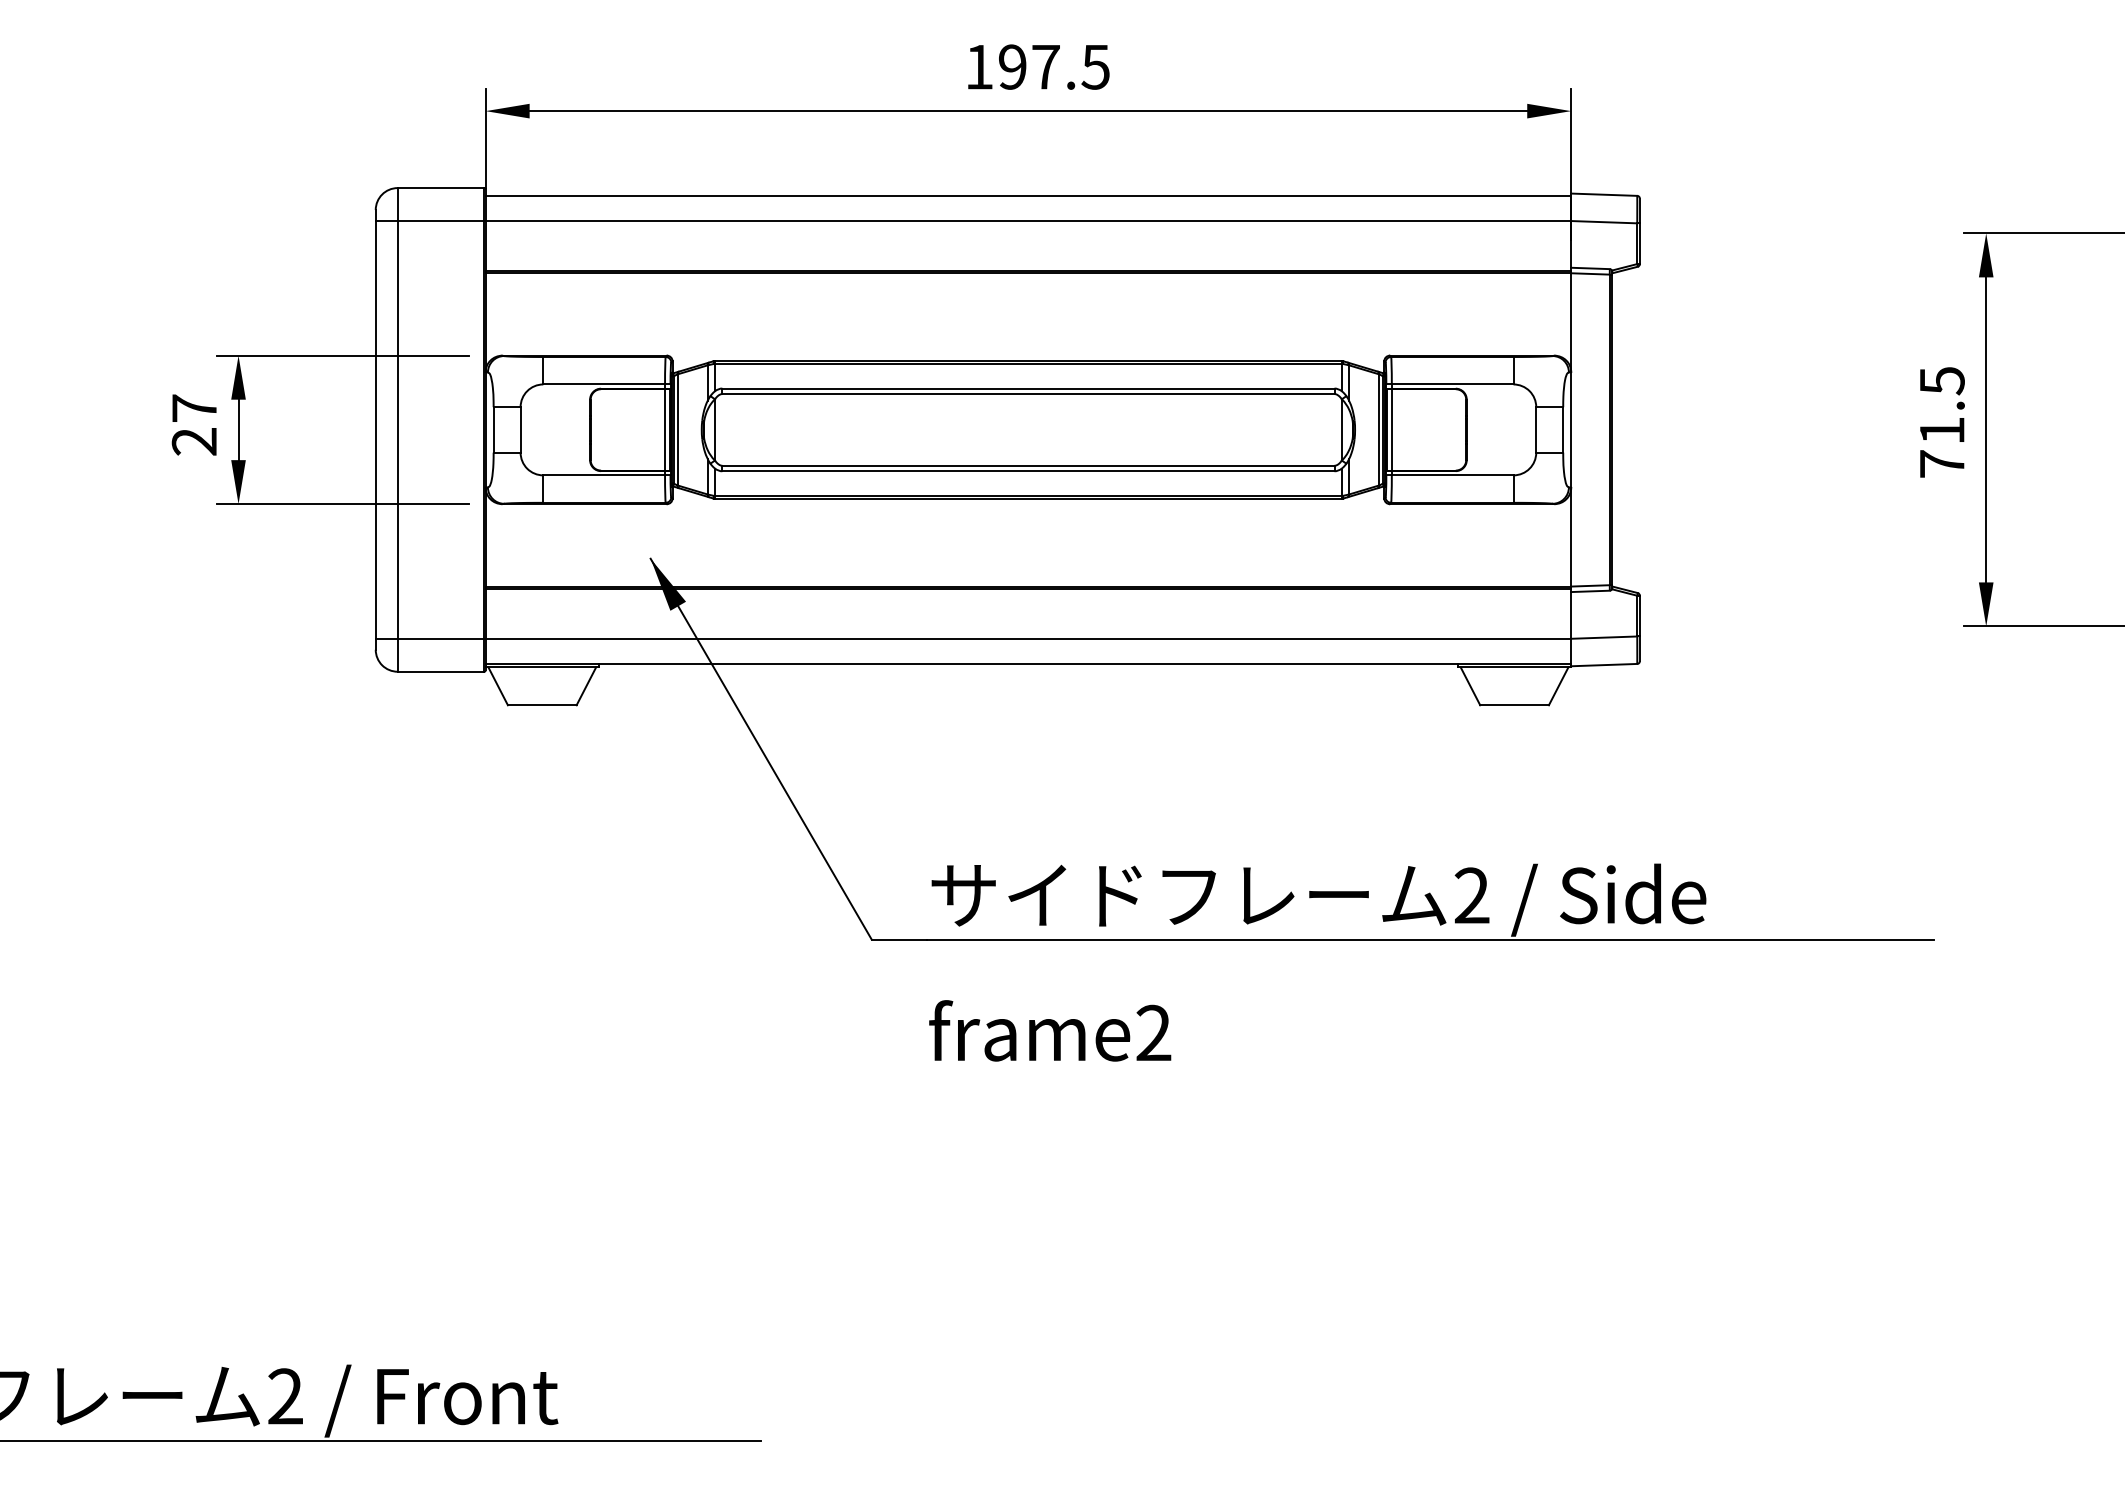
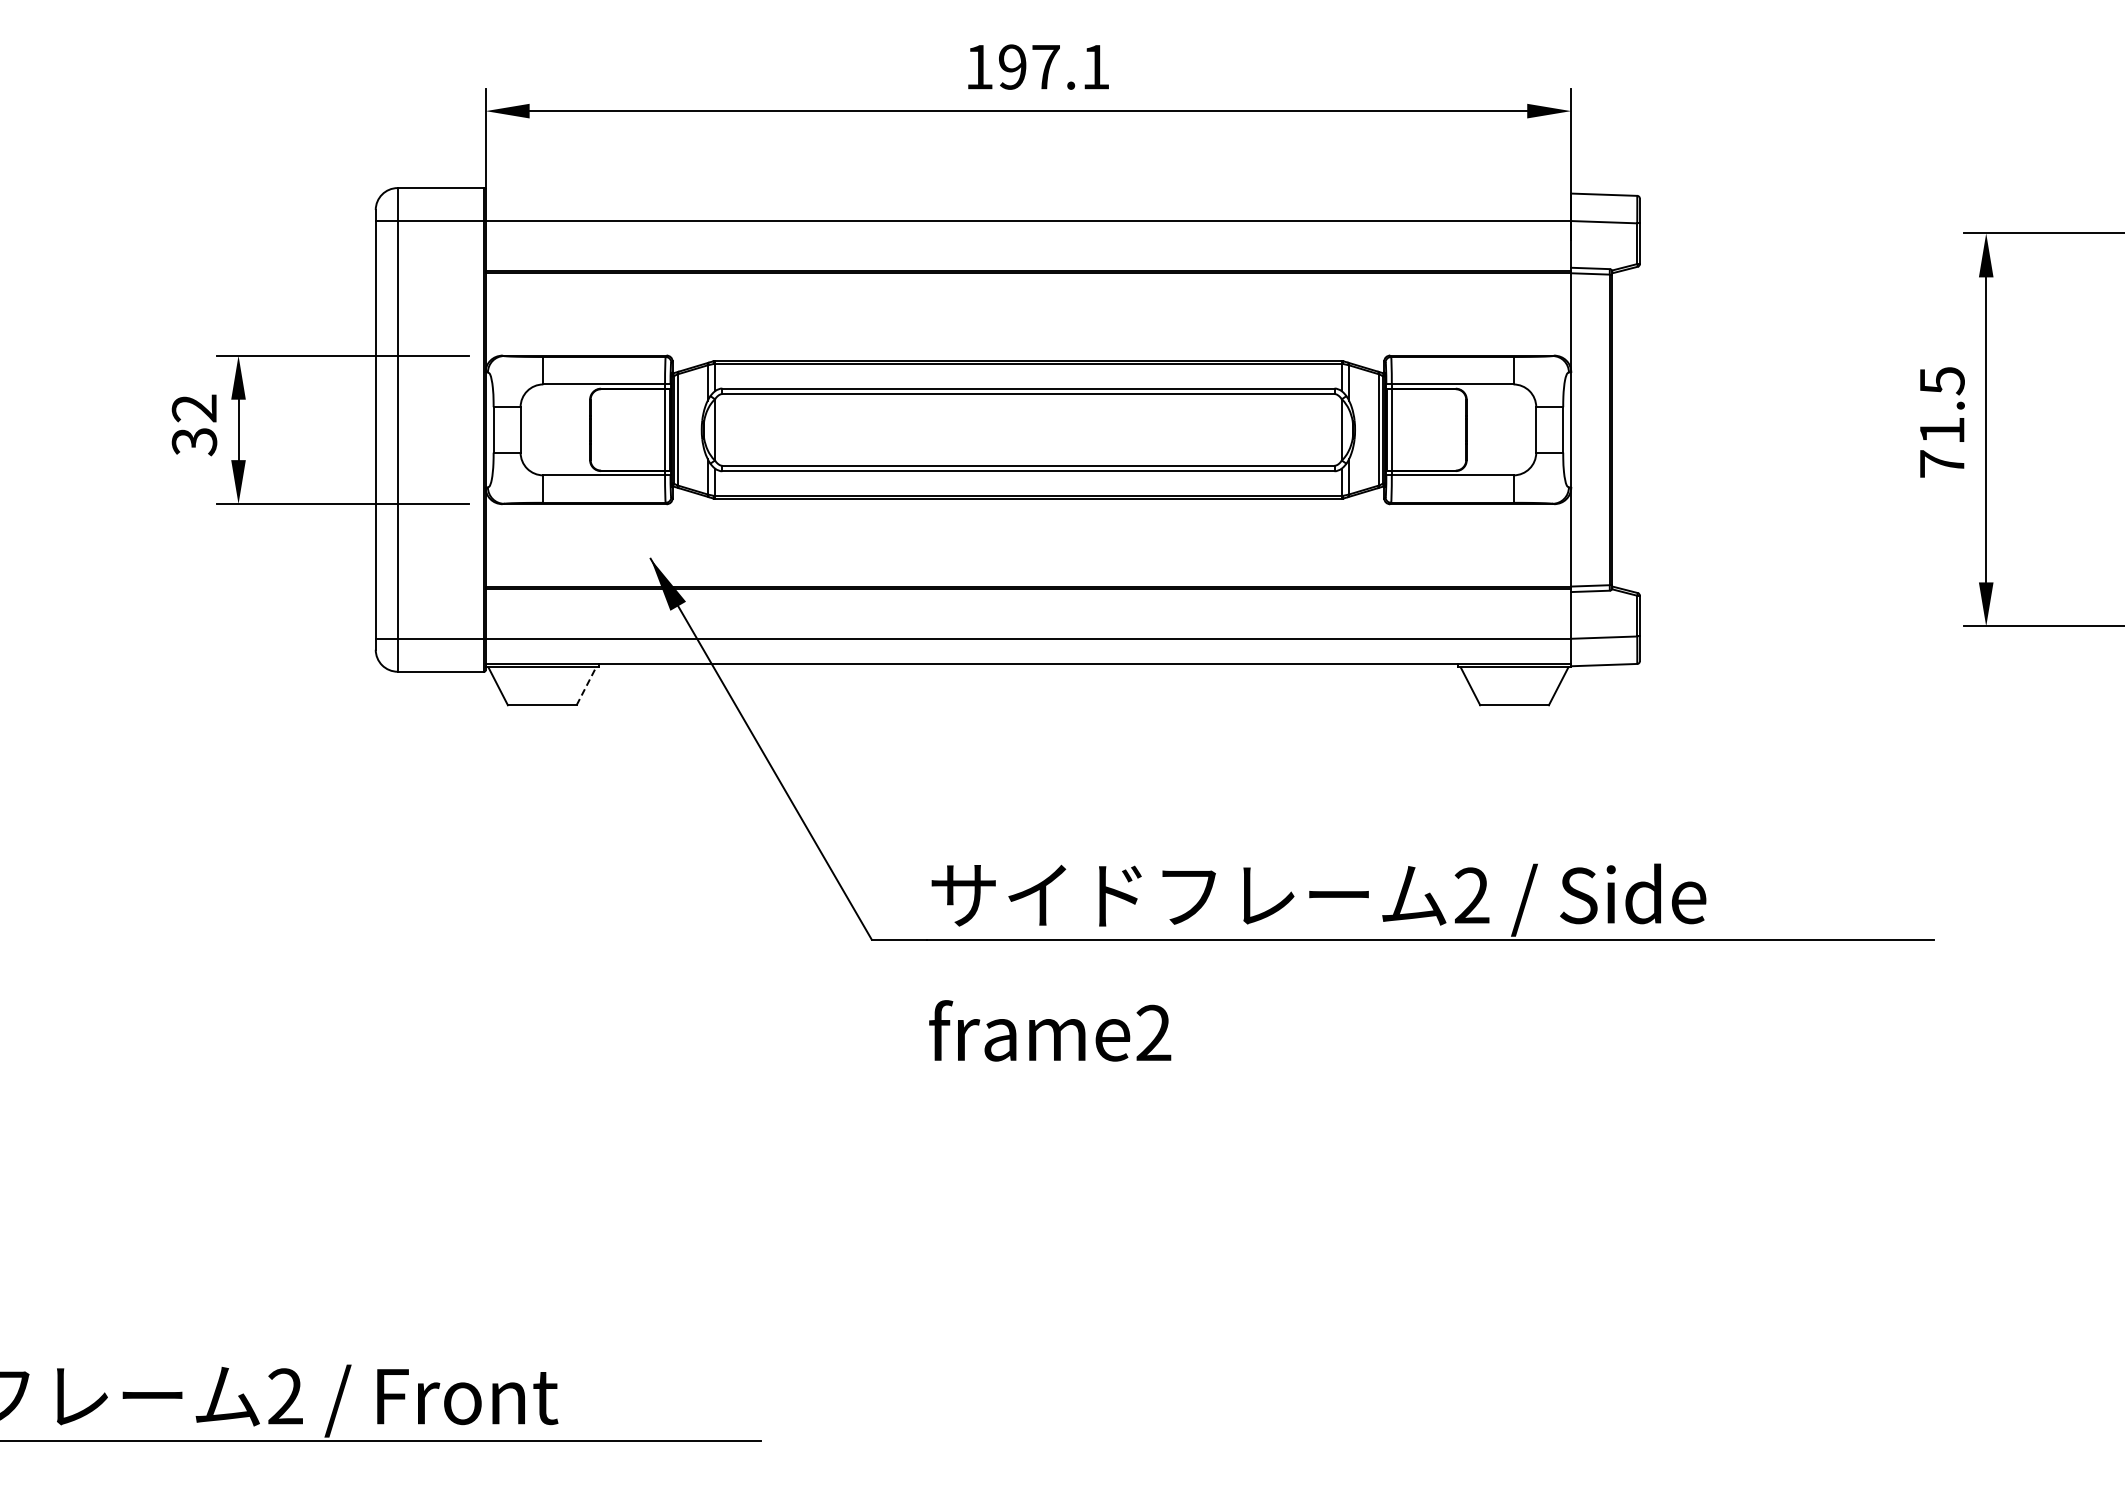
text at (1095, 67): 197.5 -> 197.1
line at (1028, 196): present -> none
text at (194, 425): 27 -> 32
line at (586, 685): solid -> dashed
